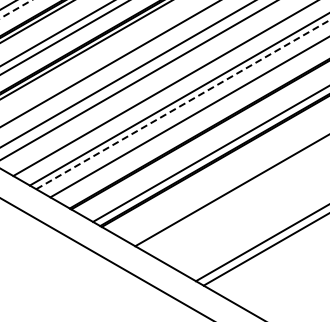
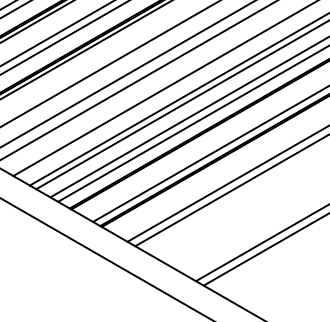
line at (16, 9): dashed -> solid
line at (183, 104): dashed -> solid
line at (192, 124): none -> present
line at (226, 184): none -> present
